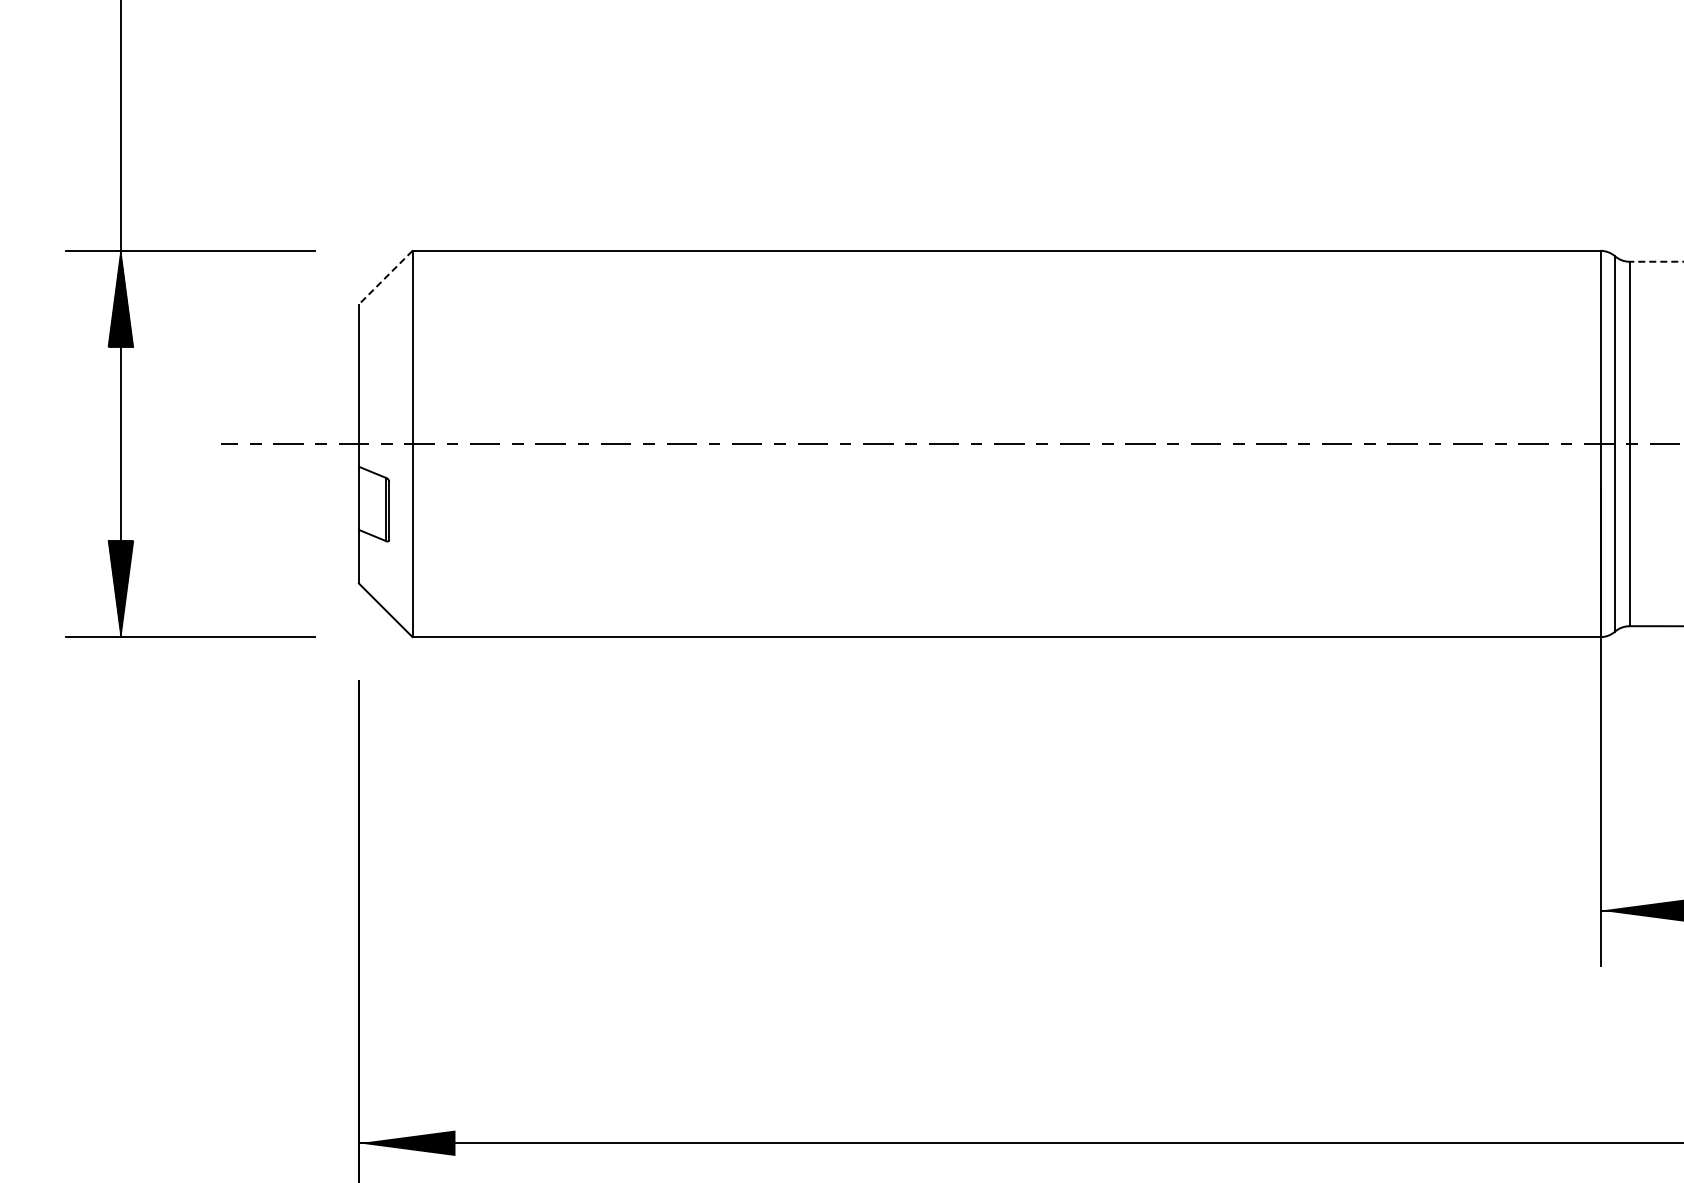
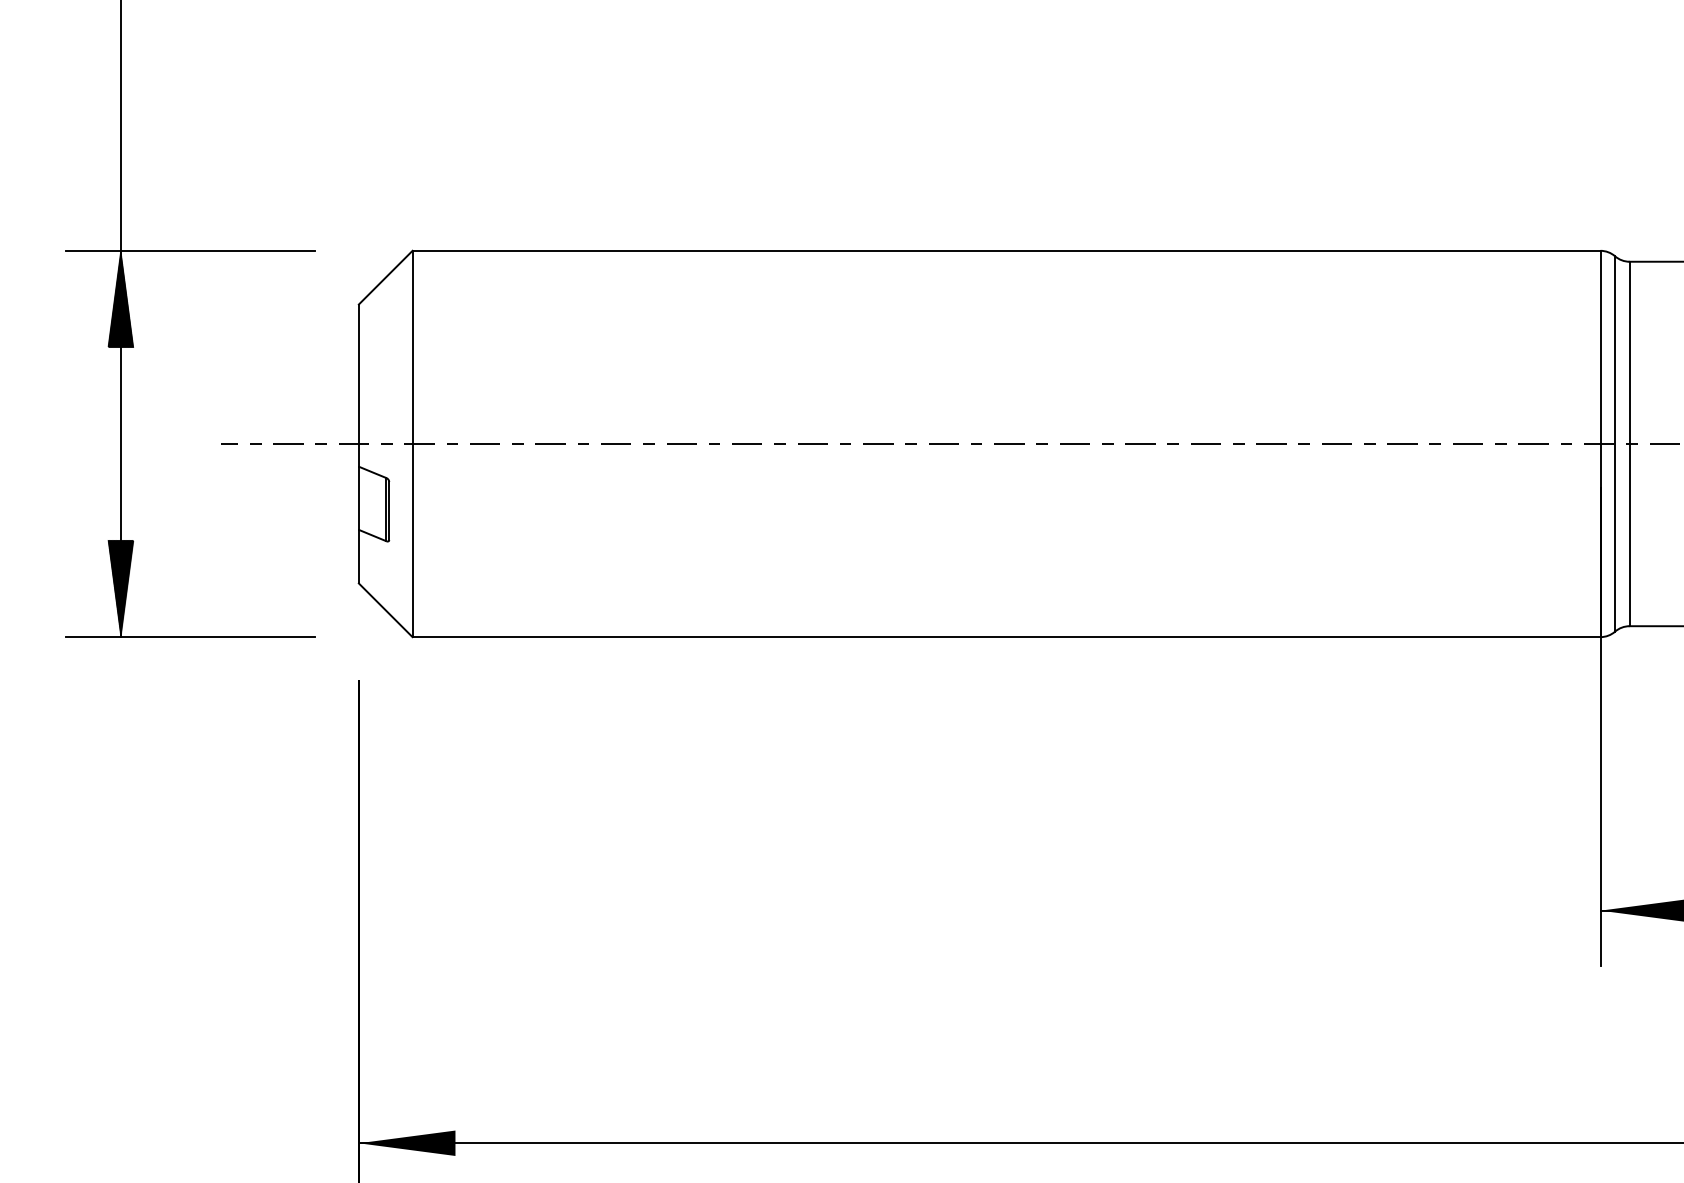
line at (1656, 261): dashed -> solid
line at (385, 277): dashed -> solid
